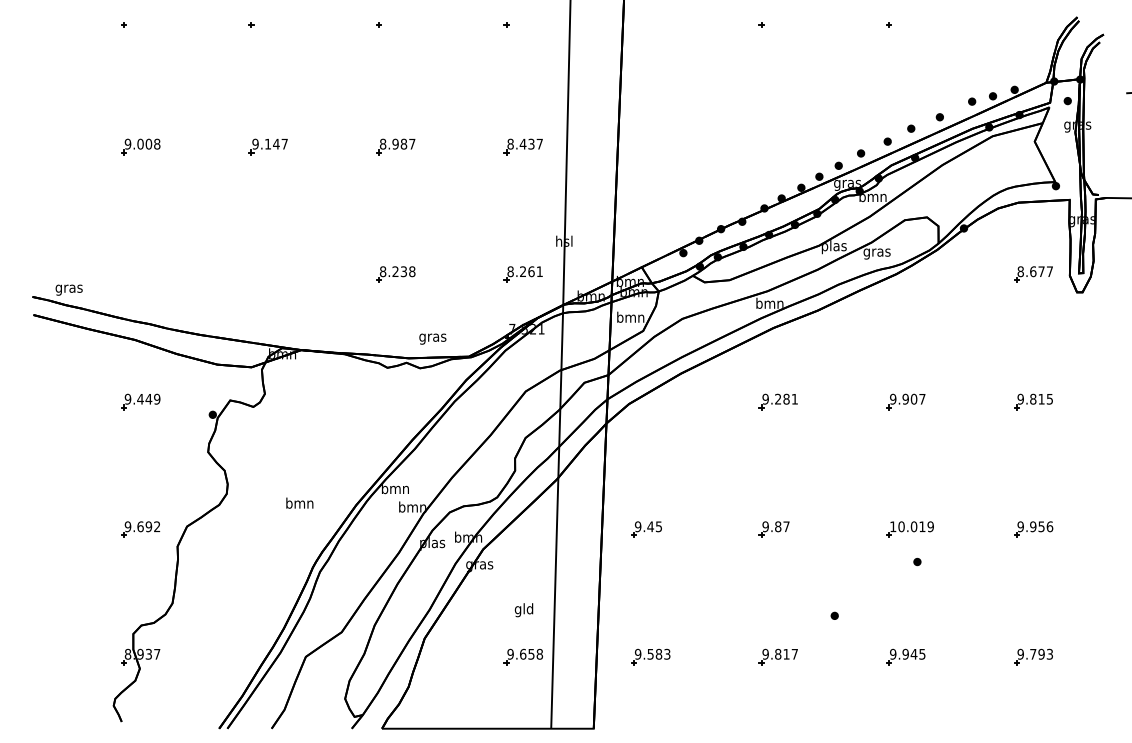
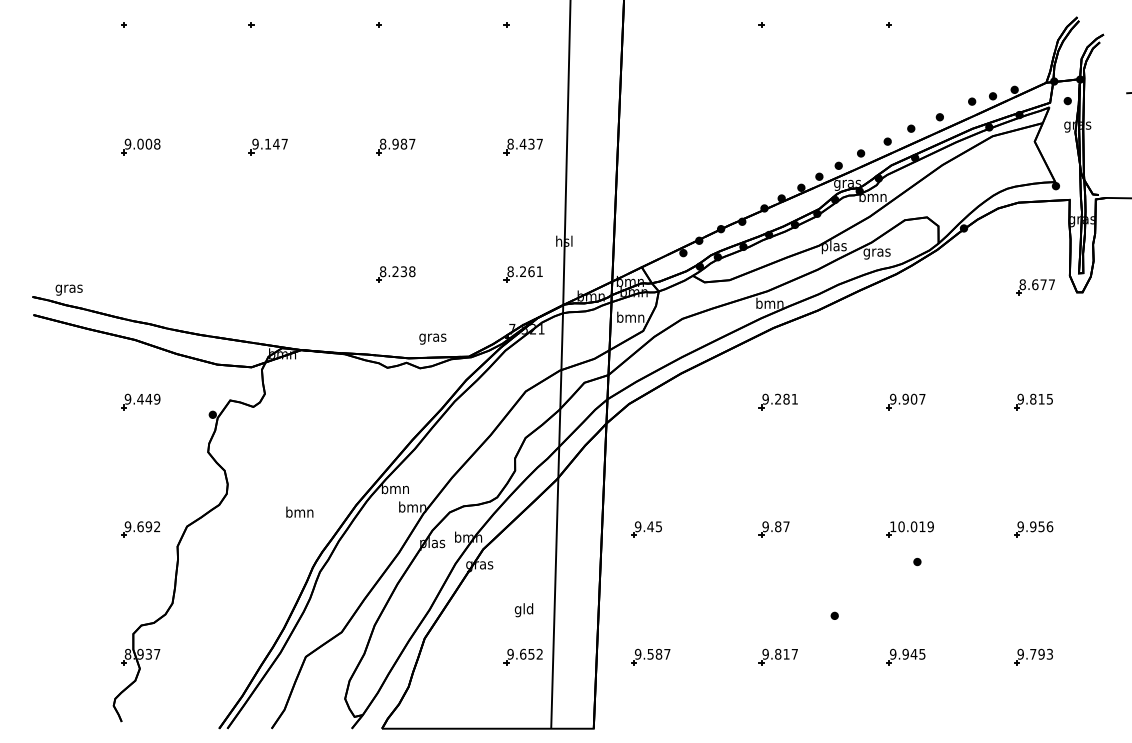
part at (1033, 274) position: (1033, 274) -> (1035, 287)
text at (299, 502) position: (299, 502) -> (299, 511)
text at (667, 653): 9.583 -> 9.587
text at (539, 654): 9.658 -> 9.652
